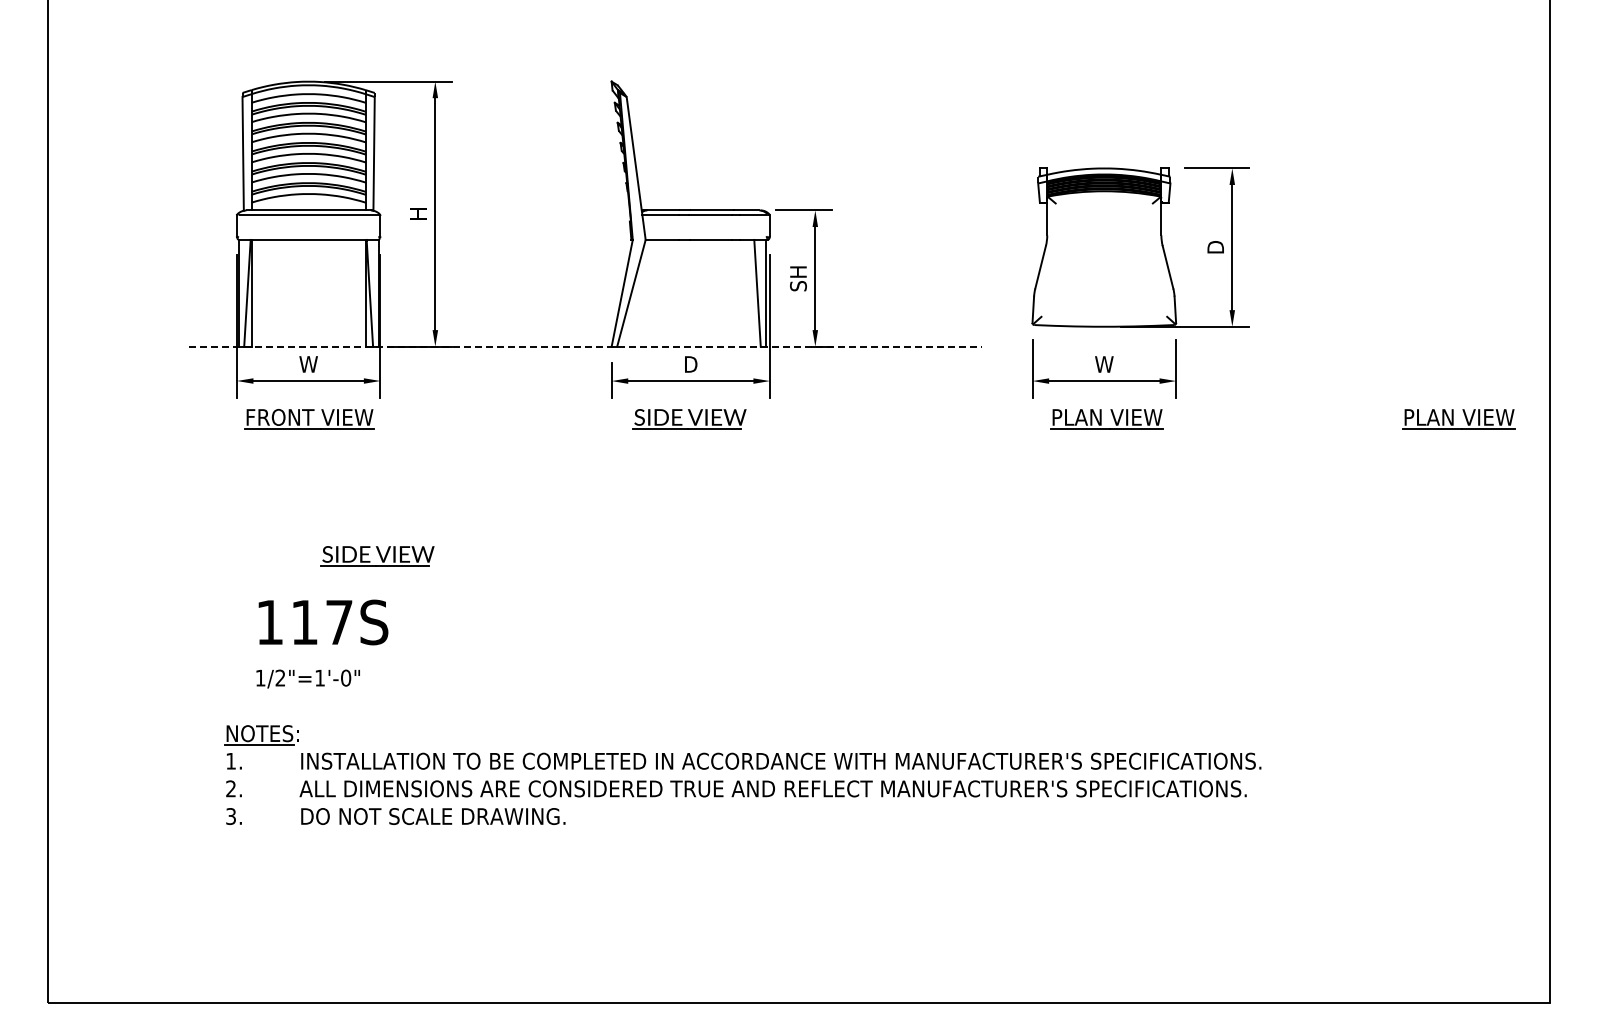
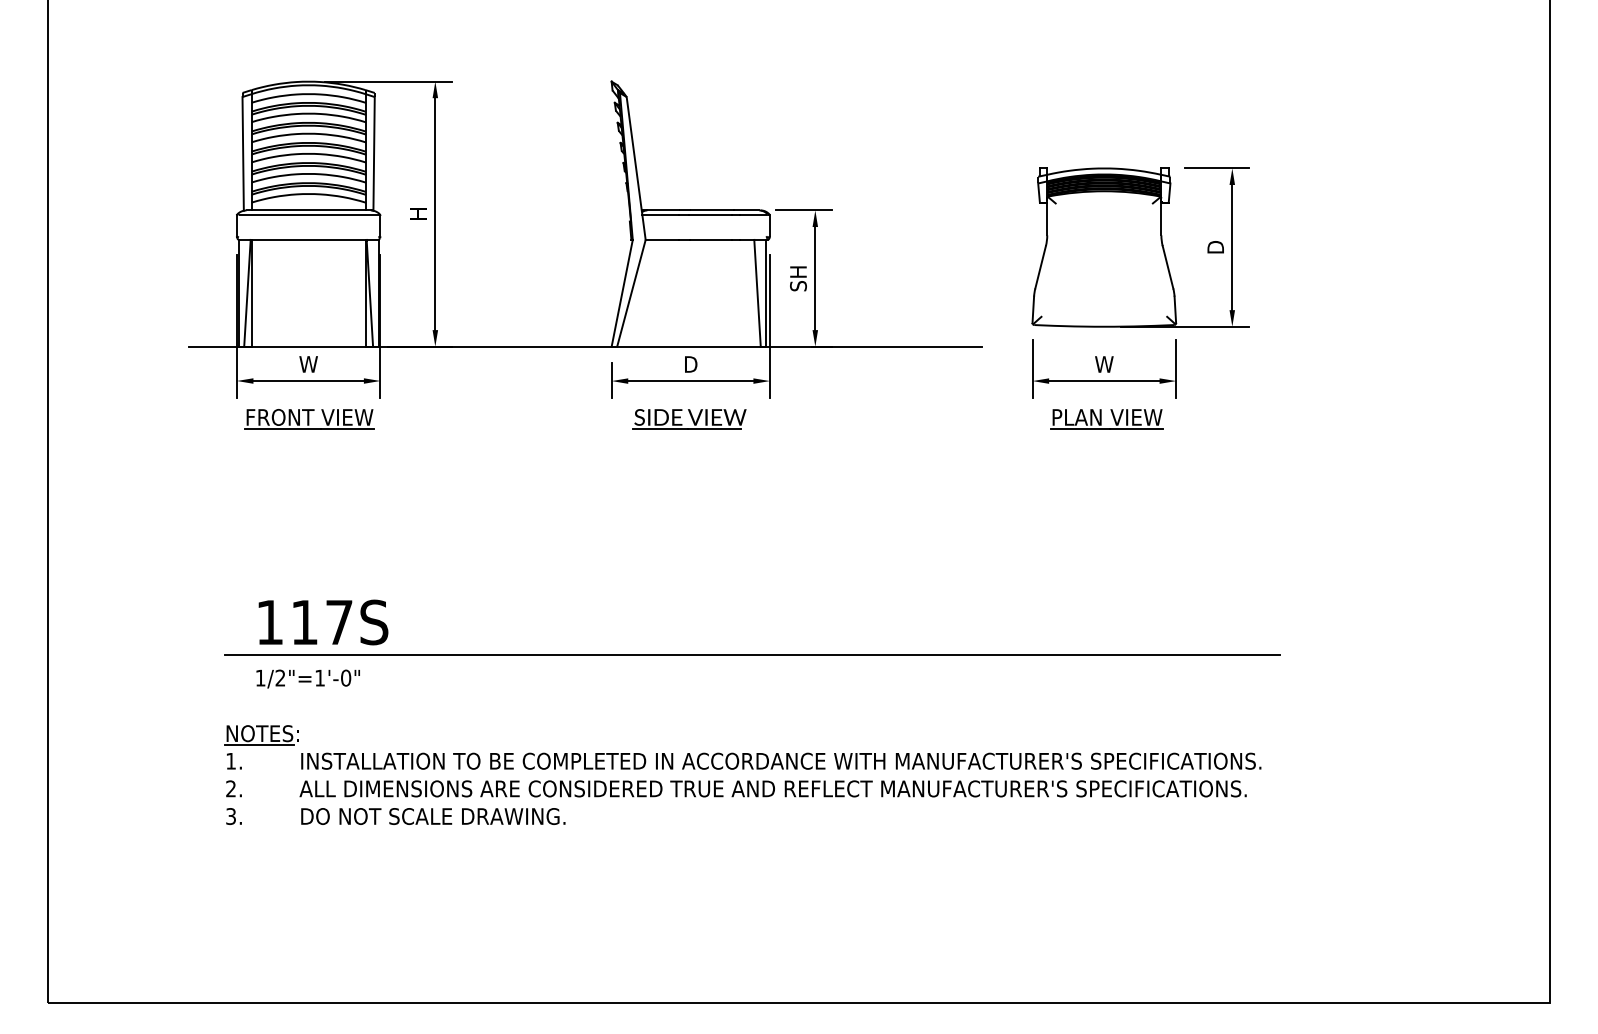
line at (585, 346): dashed -> solid
part at (1458, 419): present -> none
part at (377, 556): present -> none
line at (752, 654): none -> present
